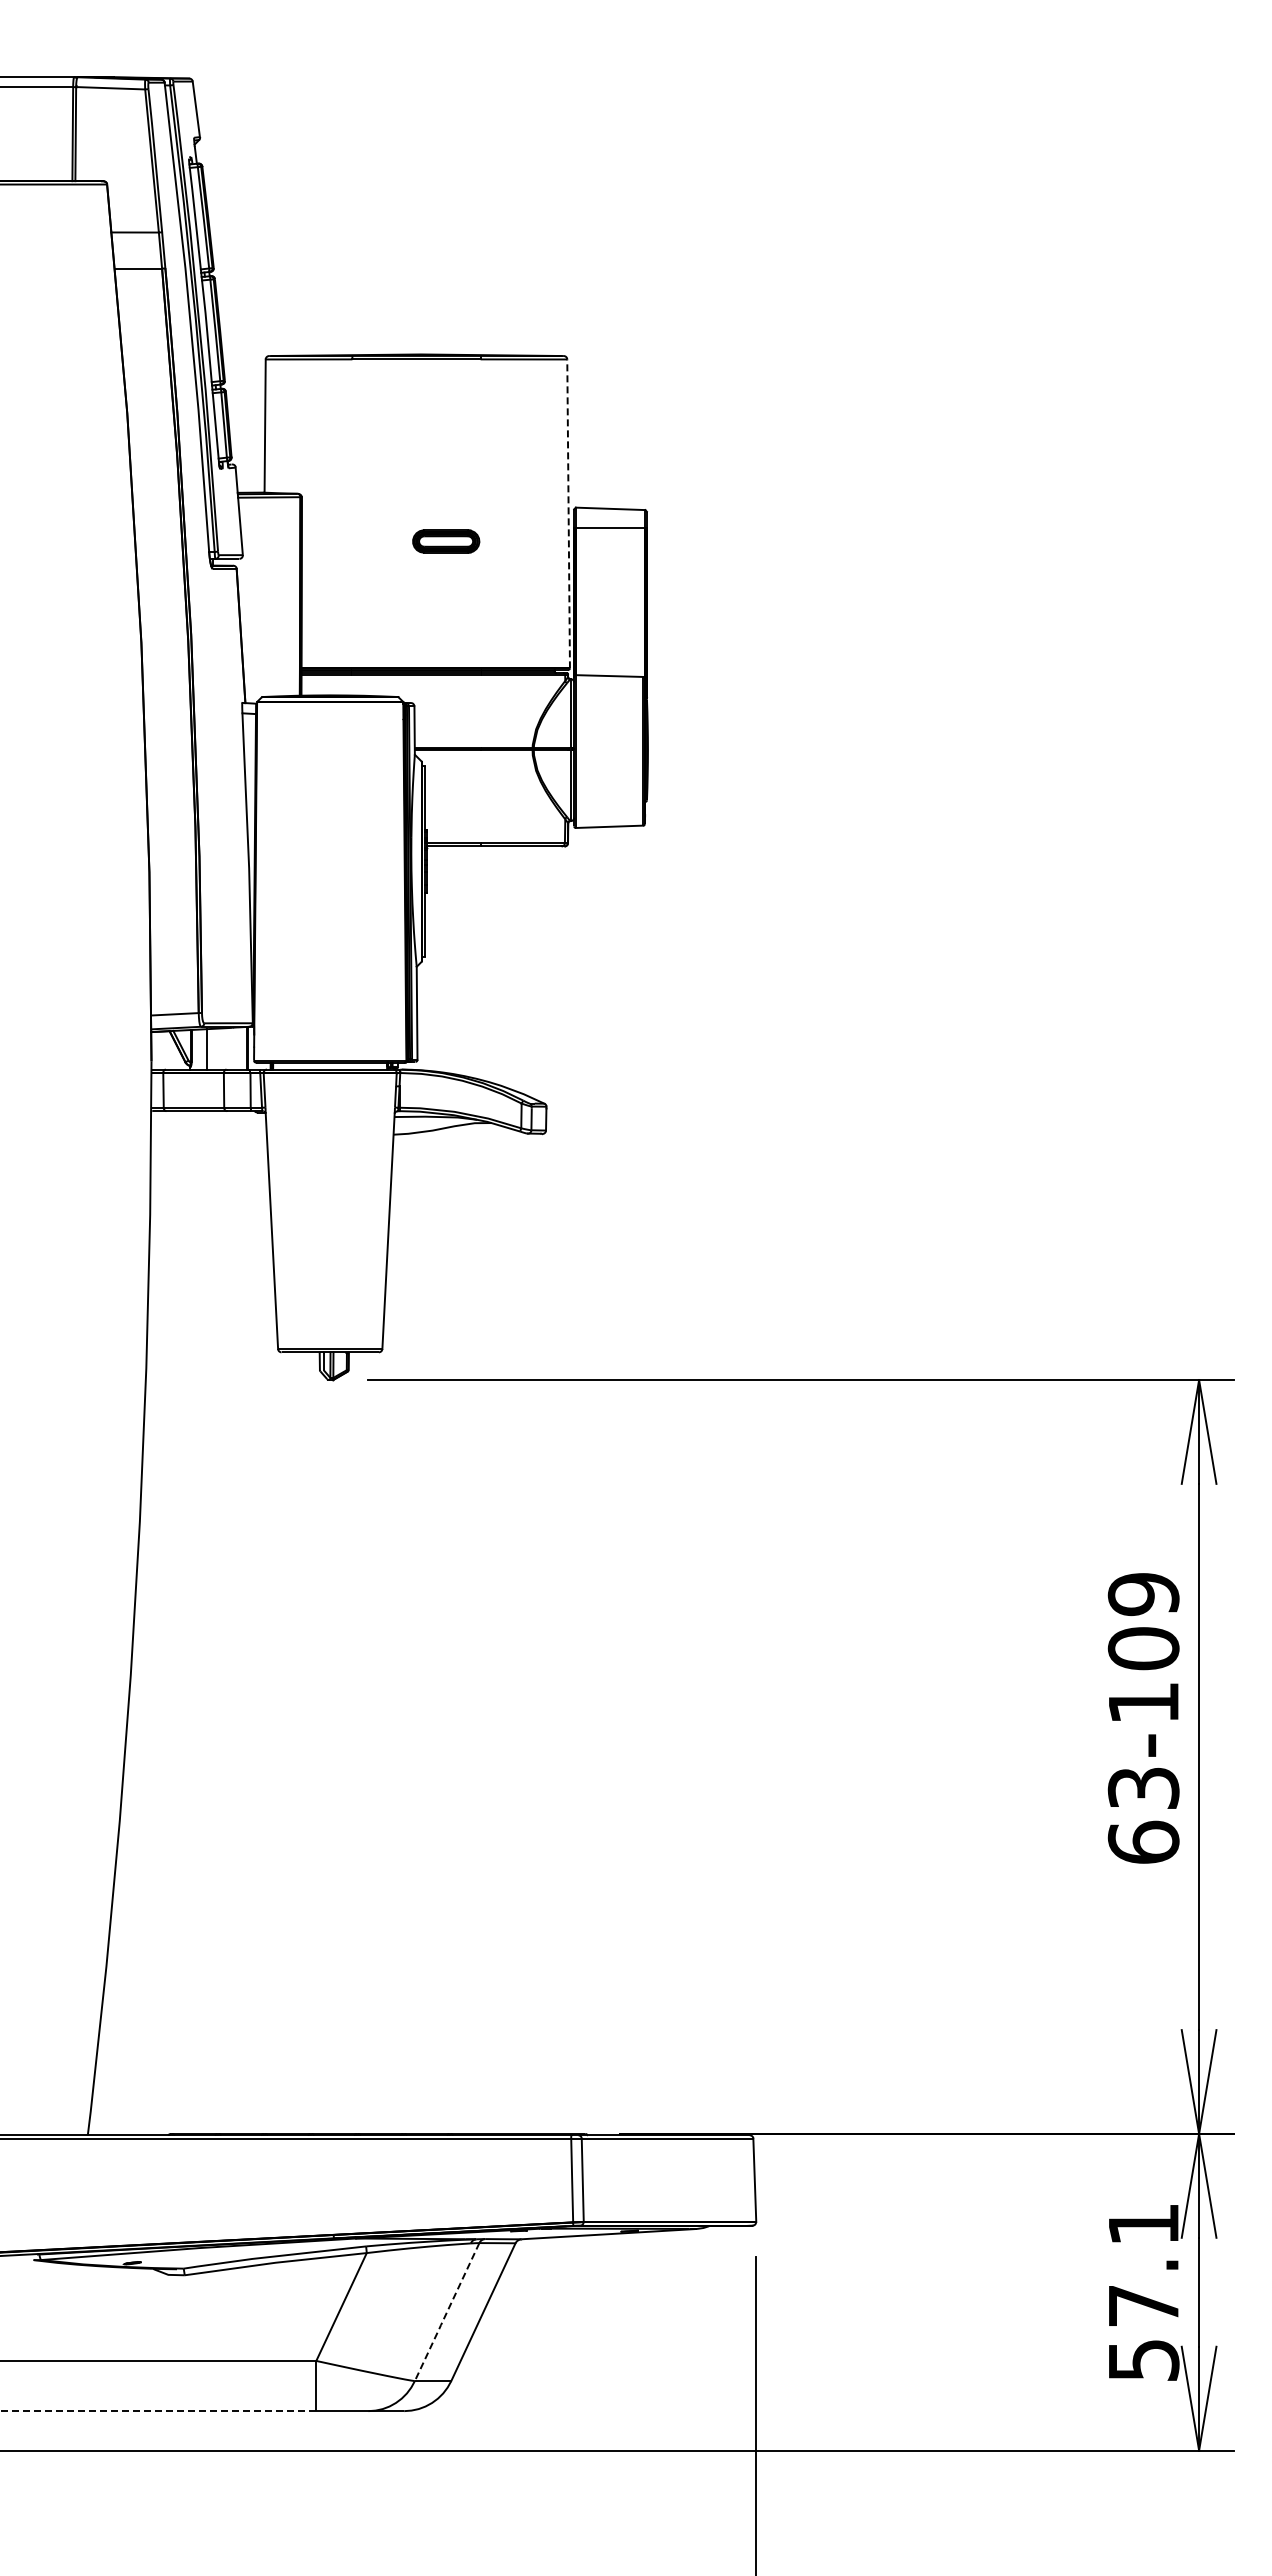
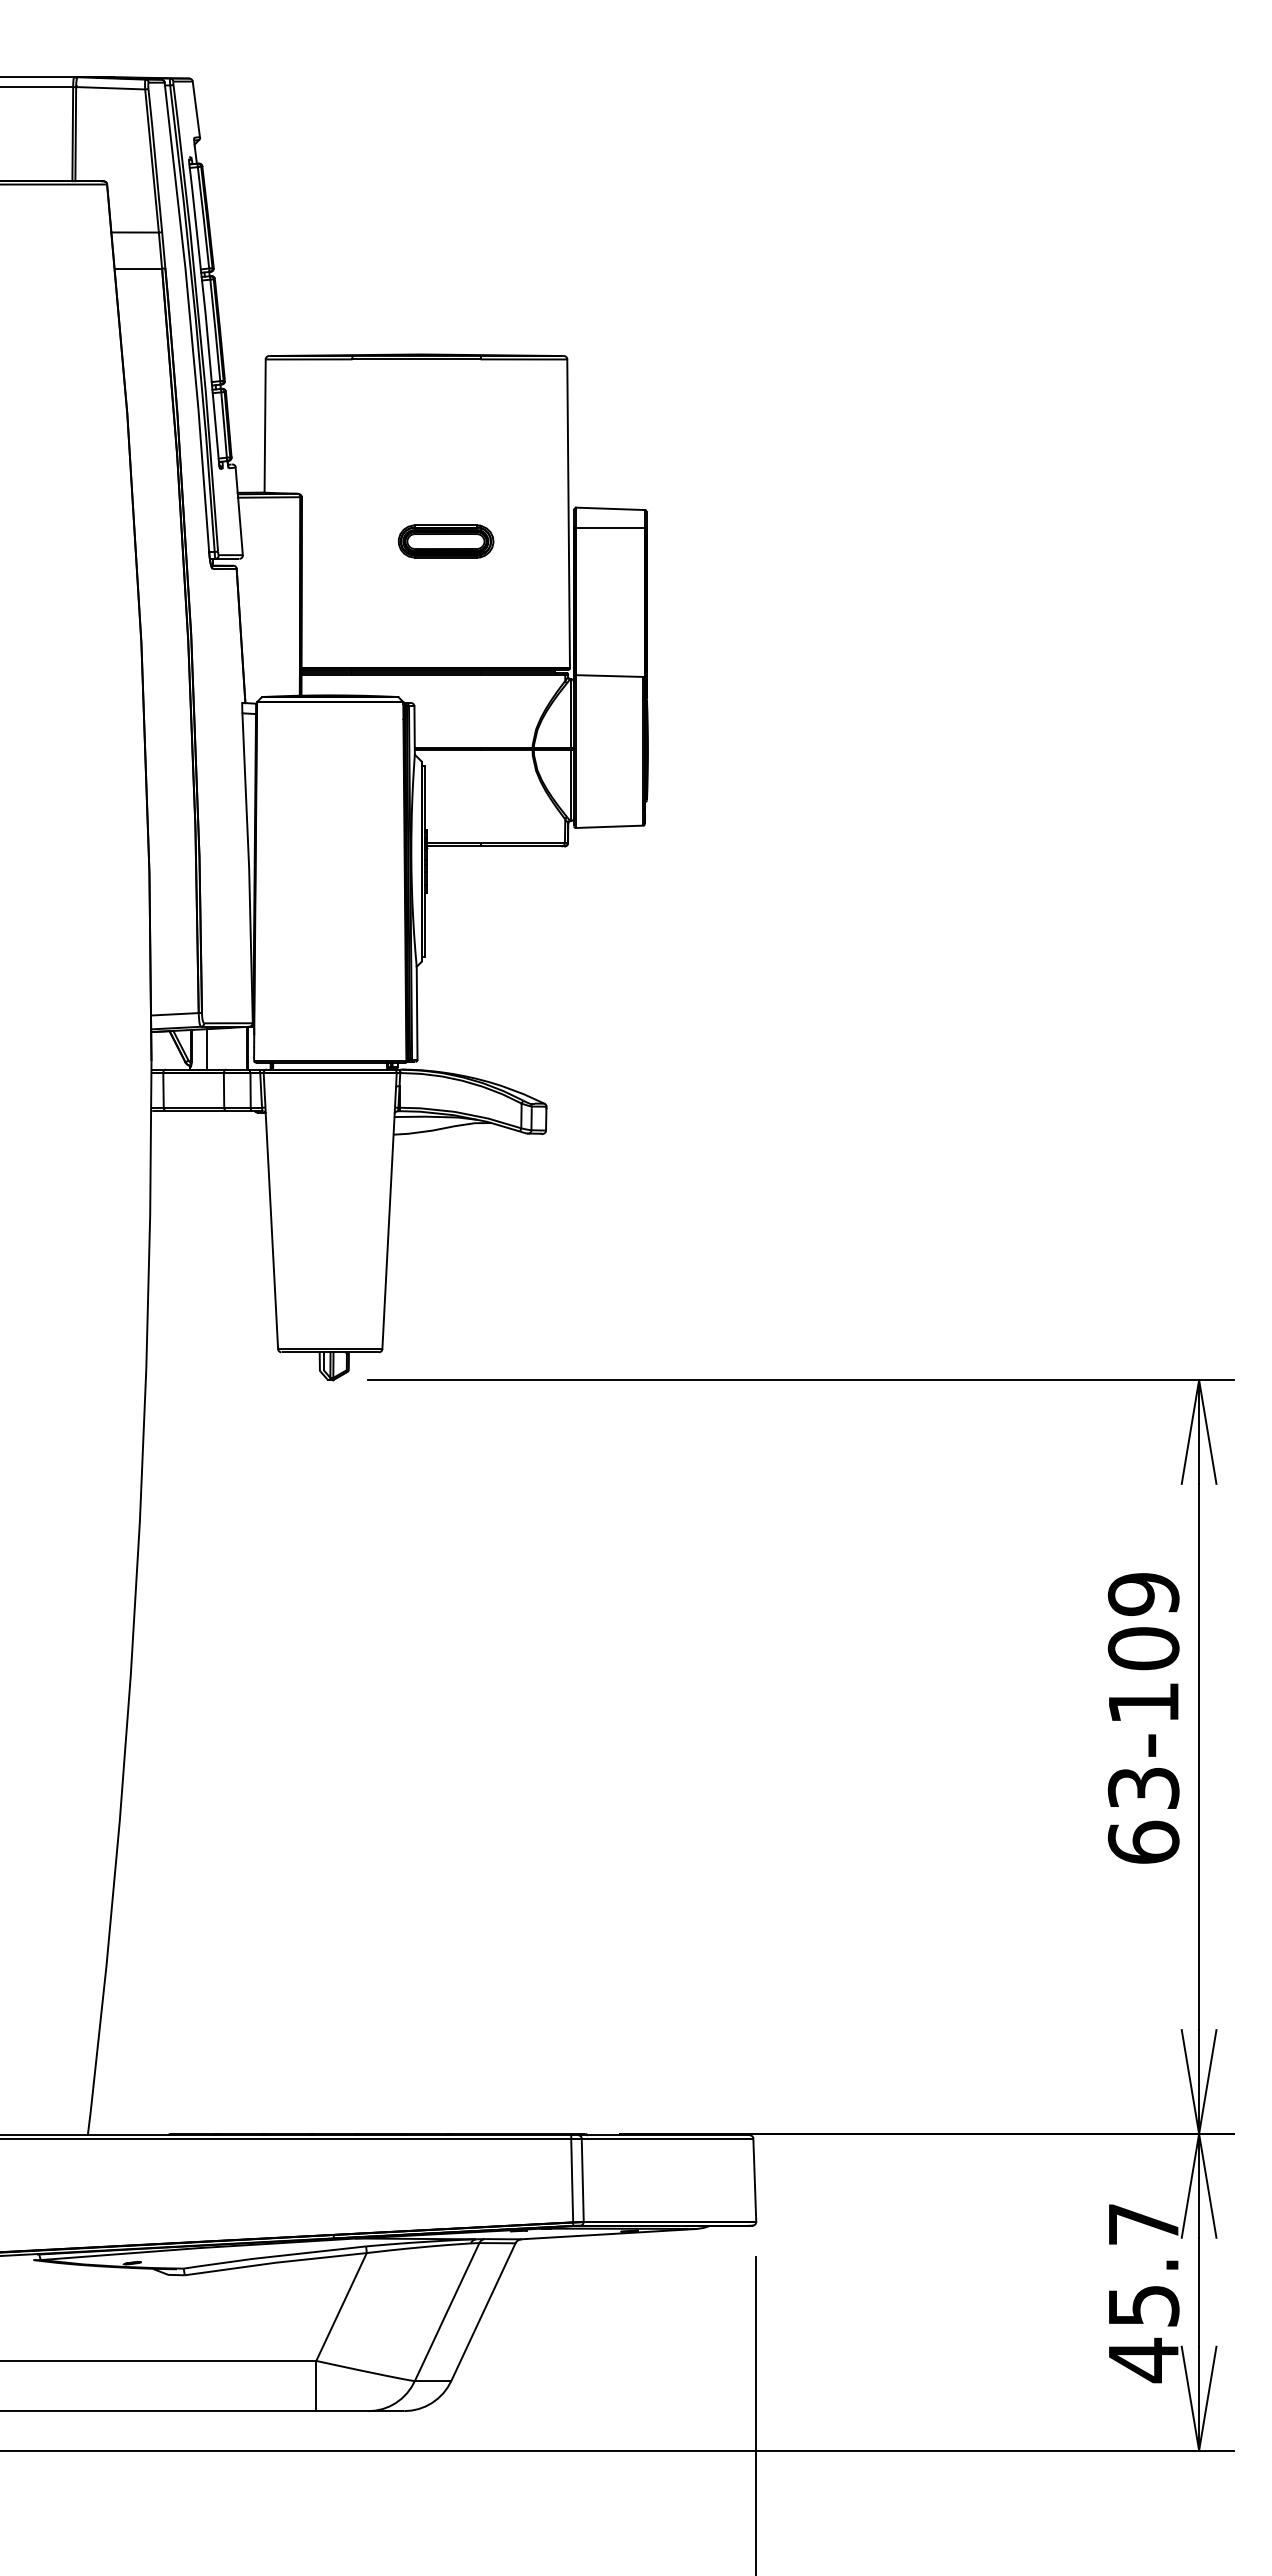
line at (568, 513): dashed -> solid
part at (446, 541) size: 69x25 px -> 97x35 px
text at (1144, 2293): 57.1 -> 45.7
line at (446, 2313): dashed -> solid
line at (158, 2411): dashed -> solid
